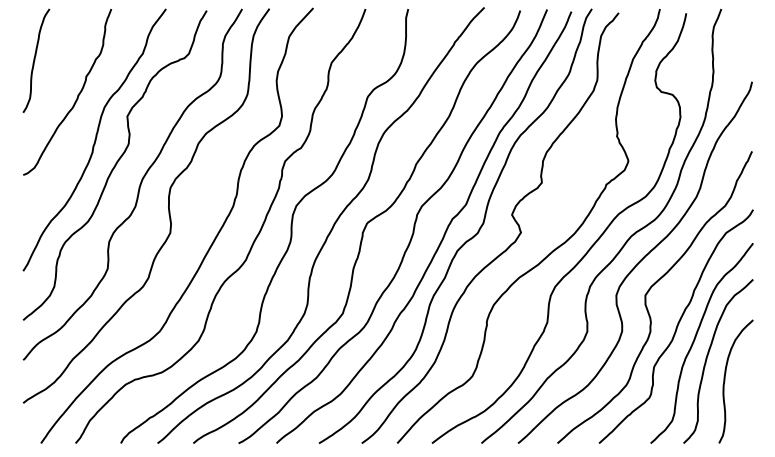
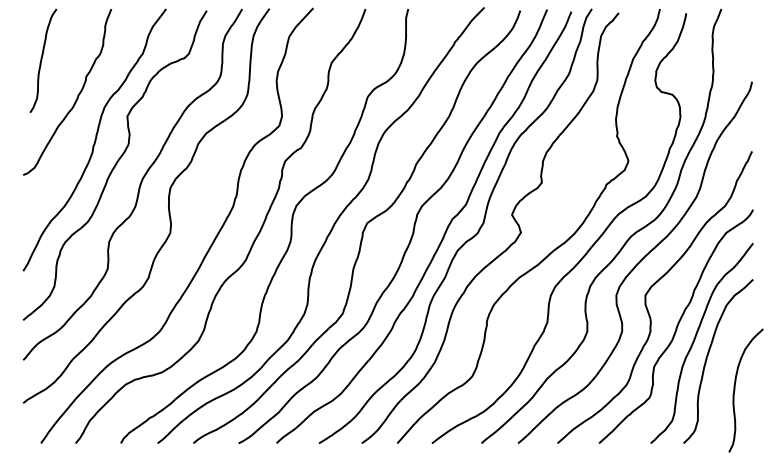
curve at (35, 60) position: (35, 60) -> (42, 60)
curve at (725, 381) position: (725, 381) -> (735, 390)
